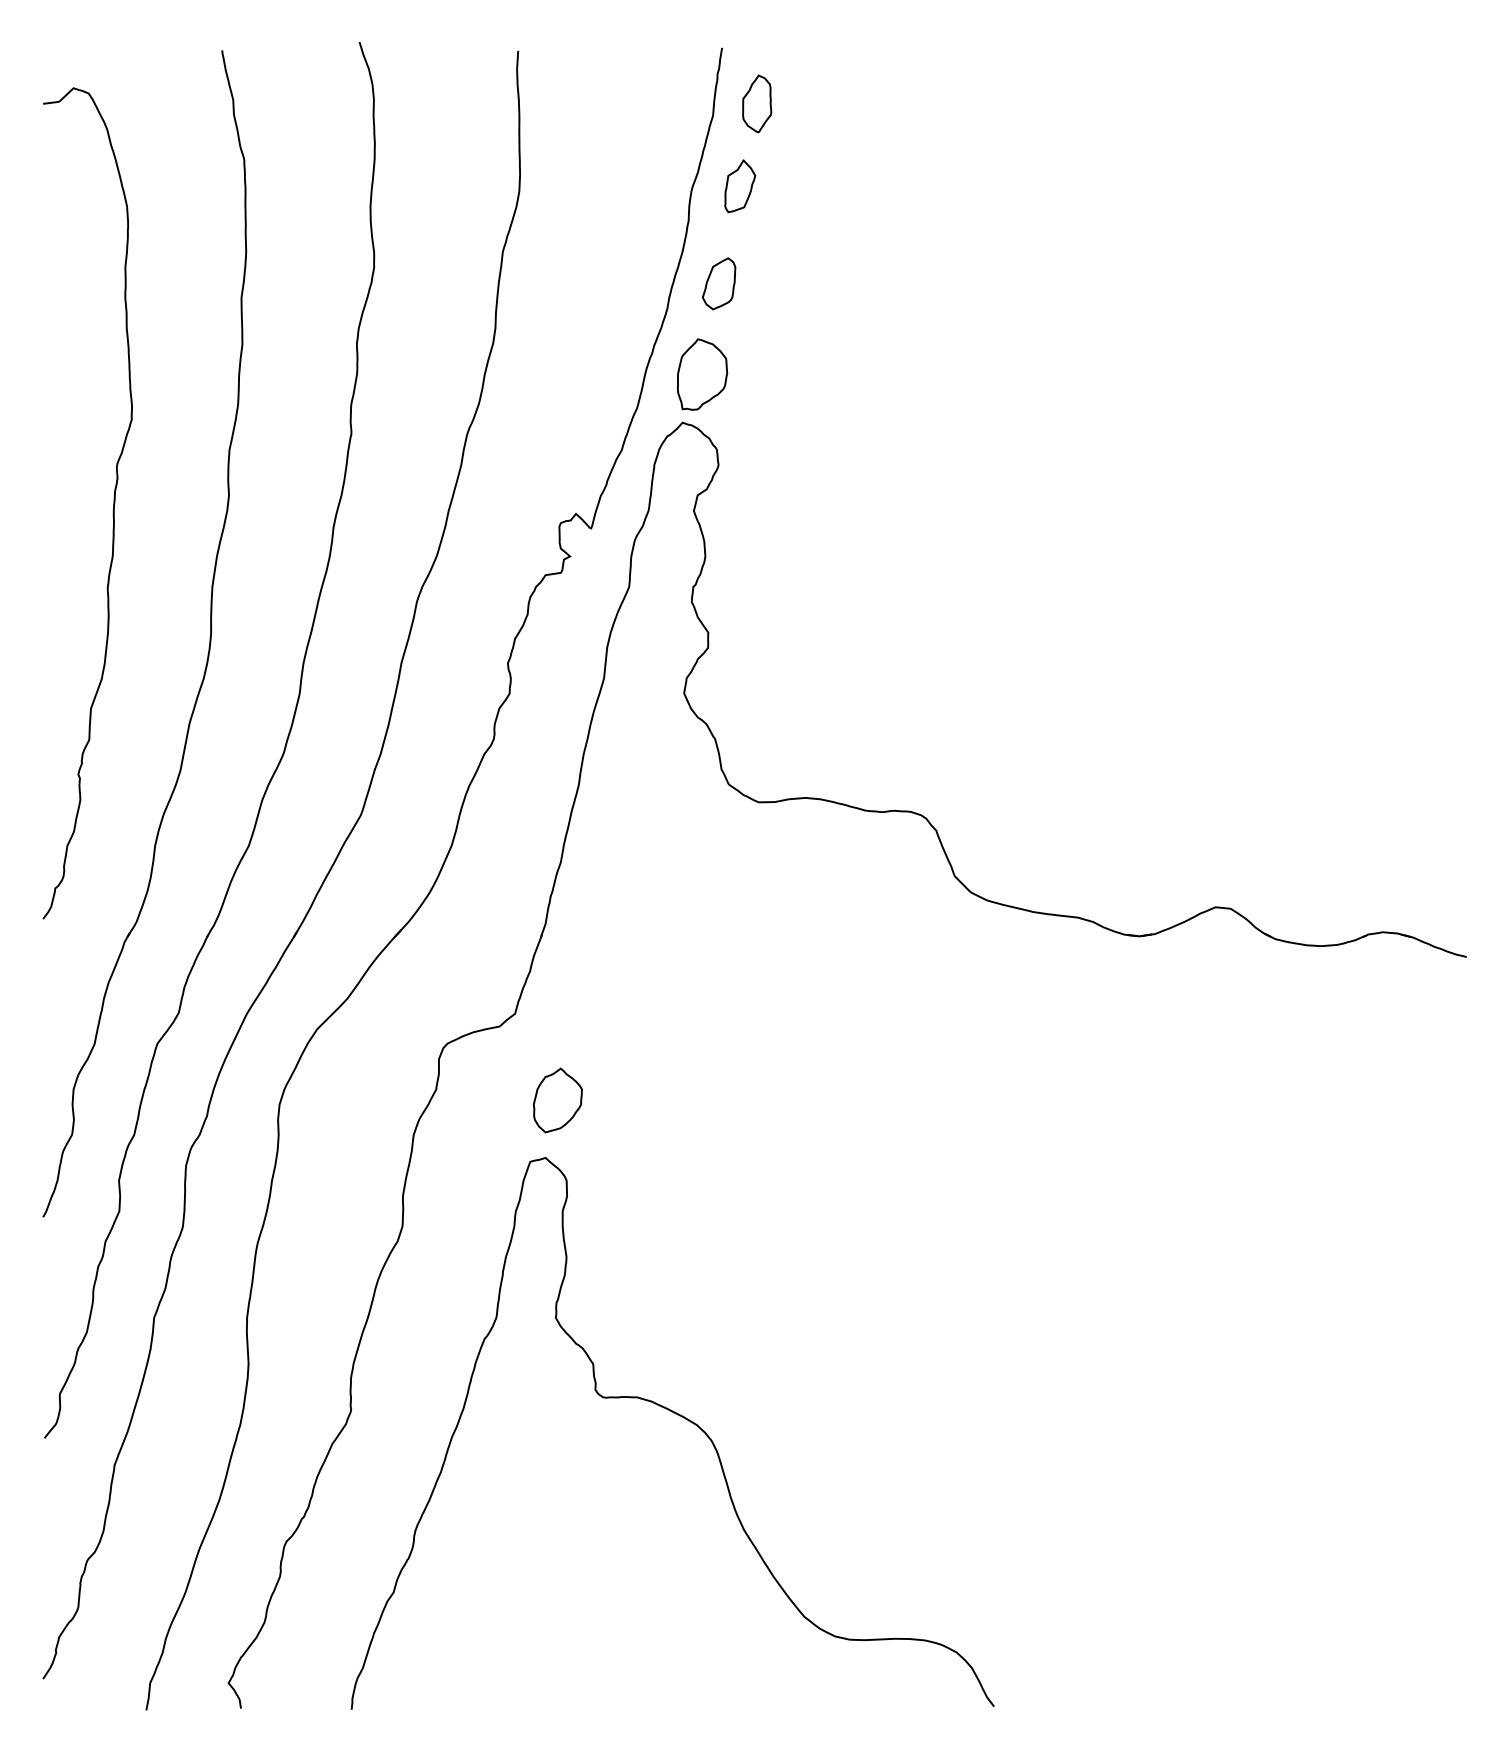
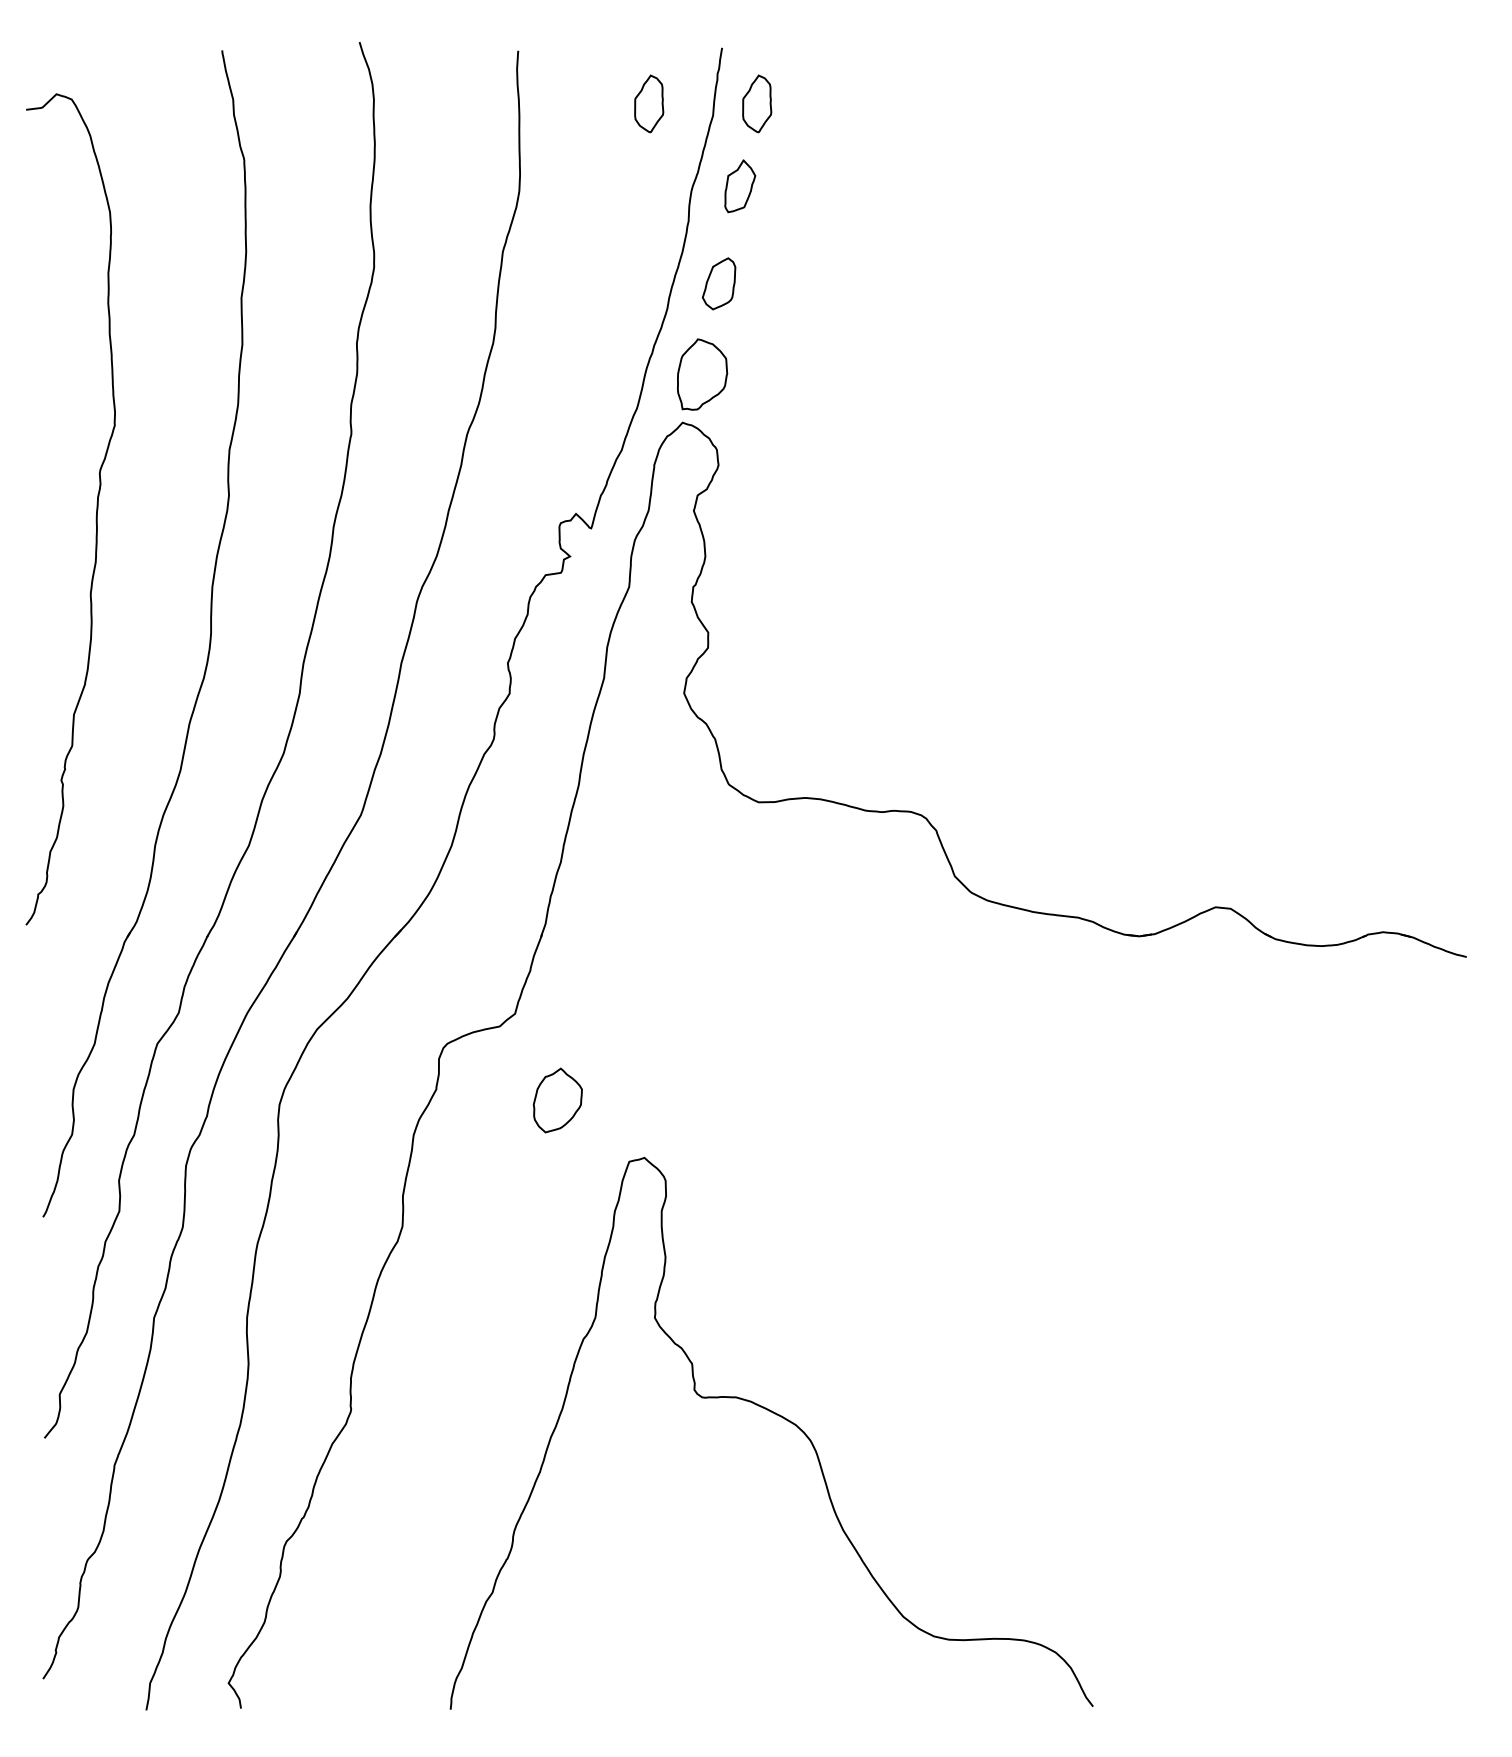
part at (649, 103): none -> present
curve at (112, 510) position: (112, 510) -> (95, 516)
curve at (681, 1417) position: (681, 1417) -> (780, 1417)
